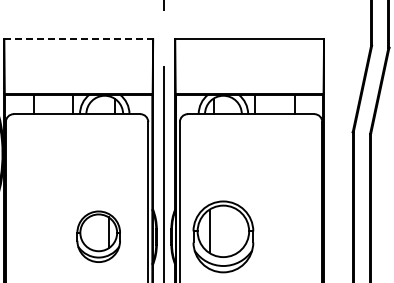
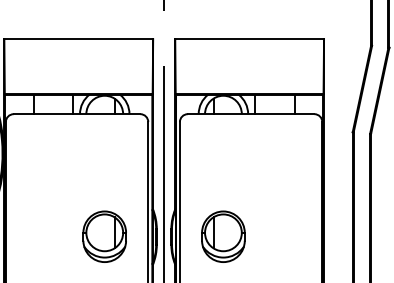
line at (79, 39): dashed -> solid
part at (98, 236) position: (98, 236) -> (104, 236)
part at (223, 236) size: 63x74 px -> 45x53 px
